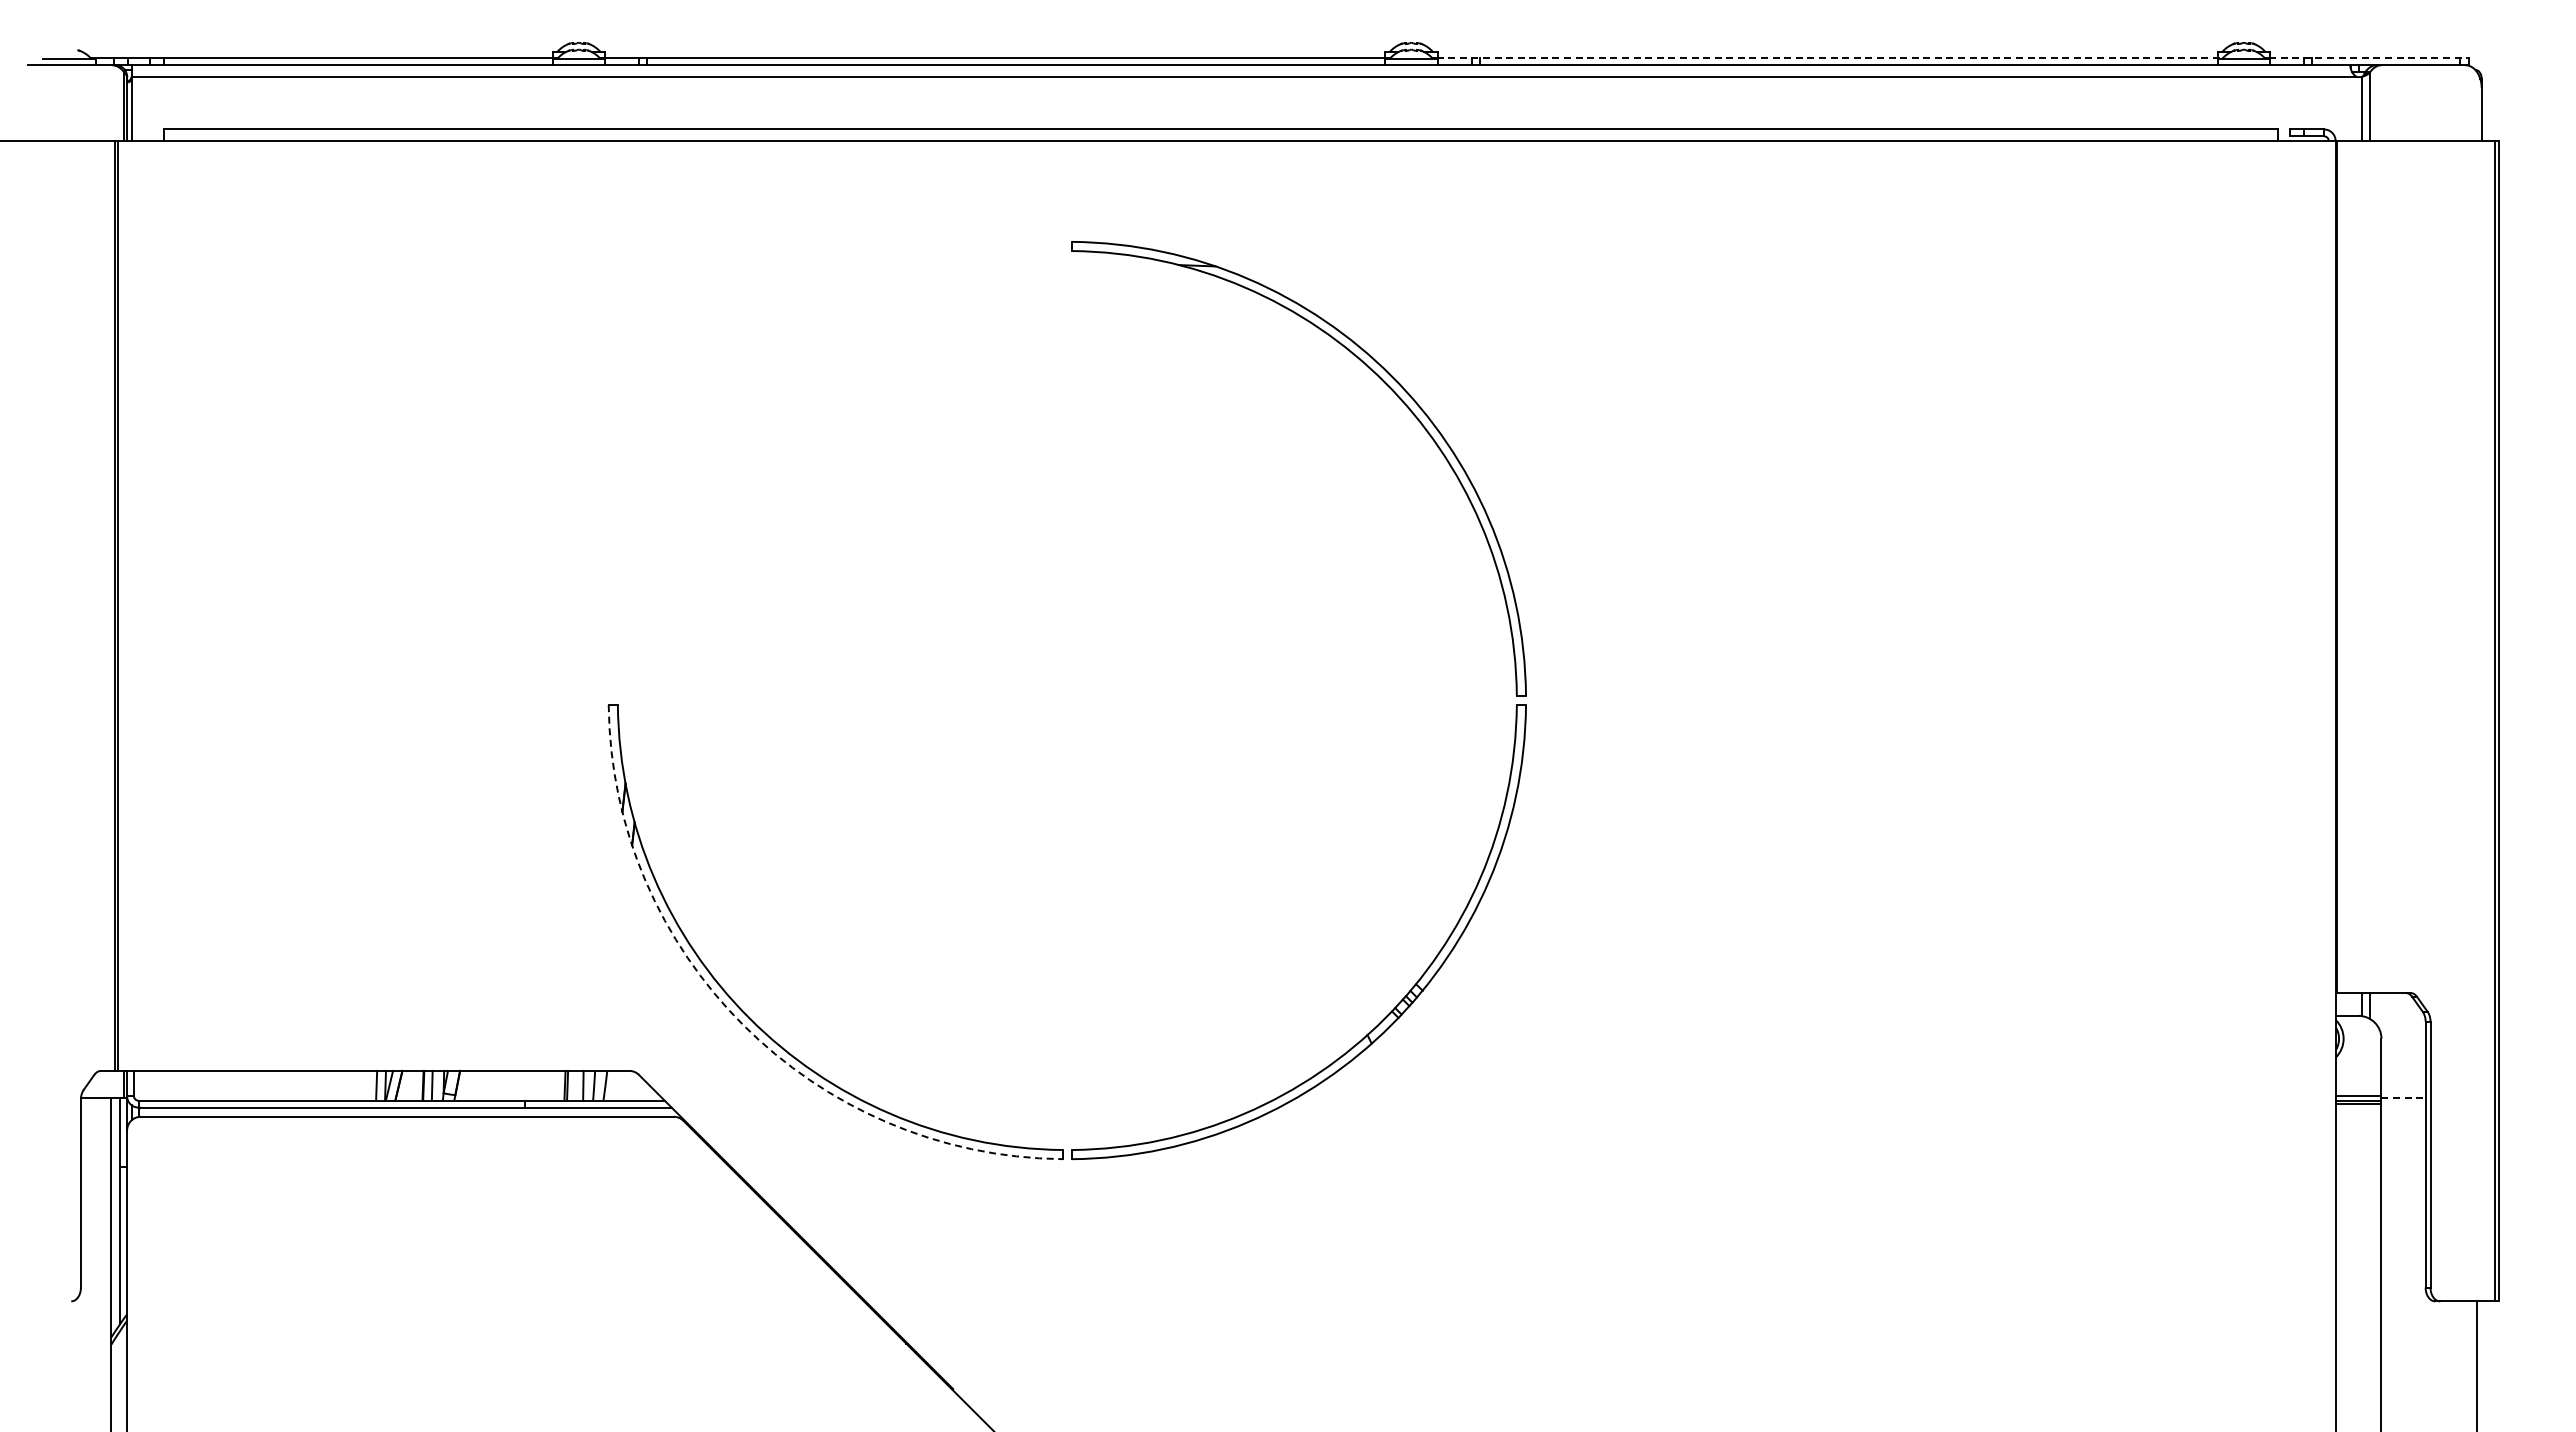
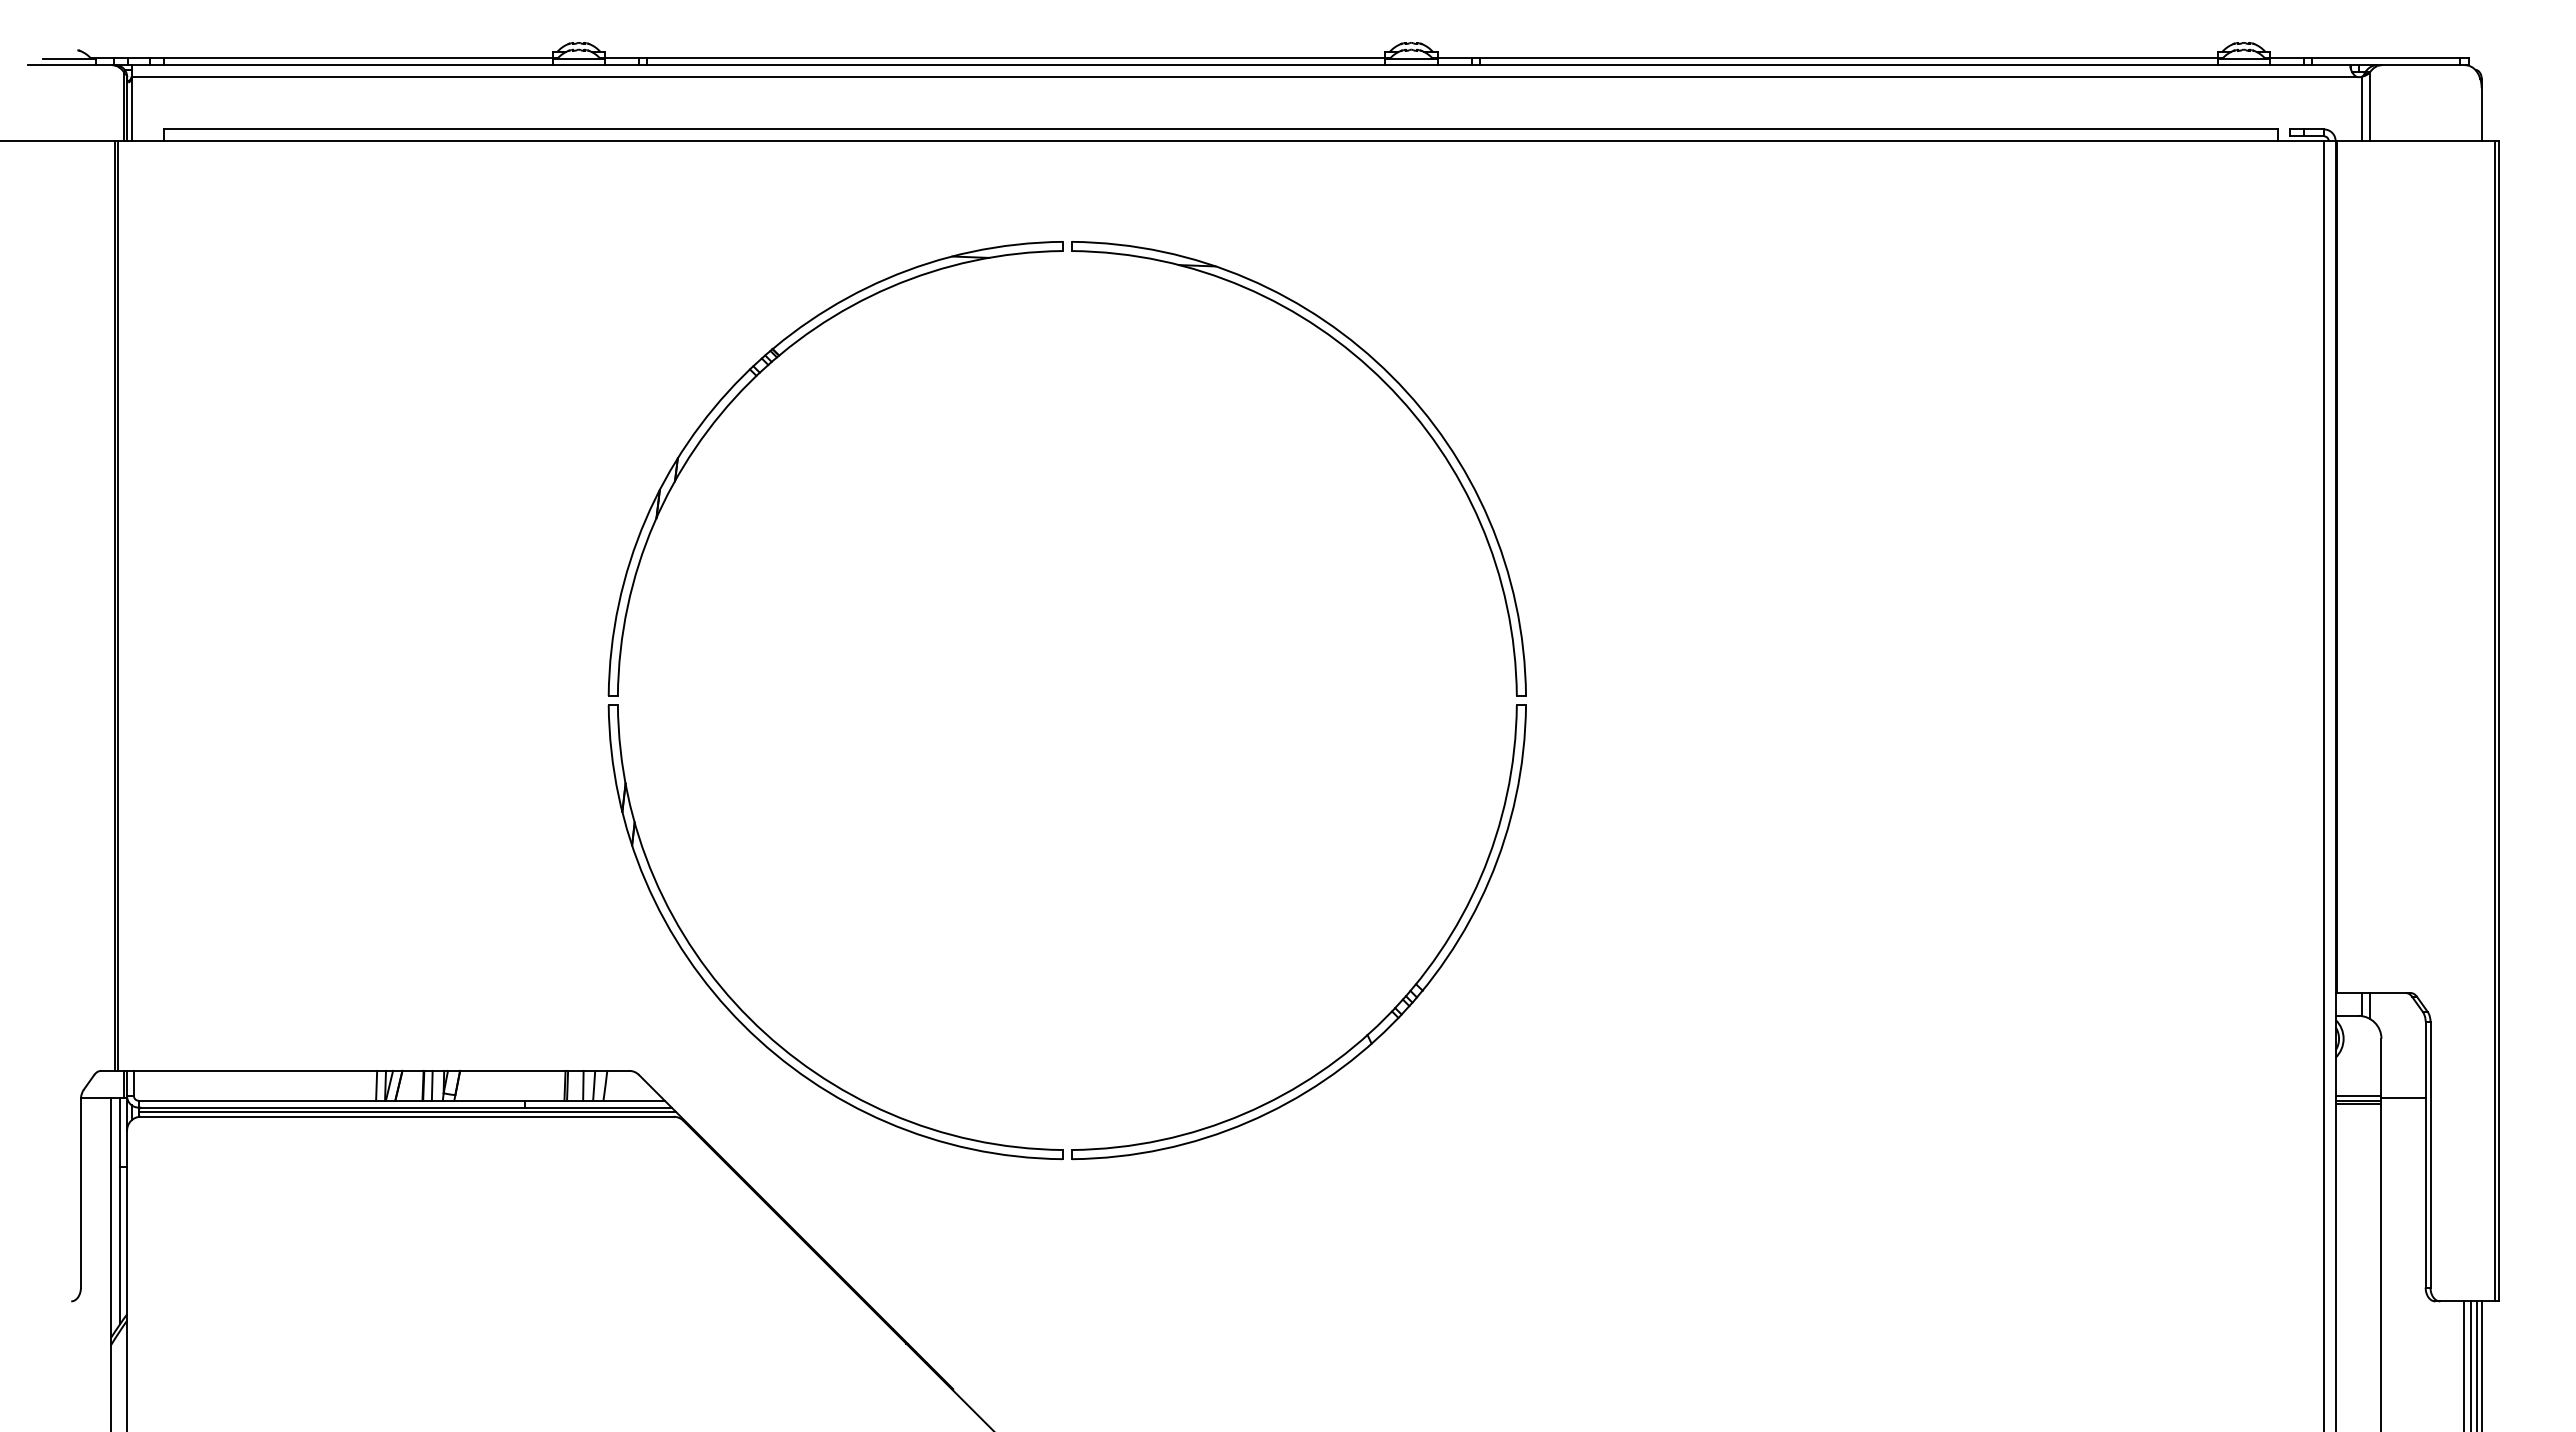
line at (1830, 58): dashed -> solid
line at (2369, 58): dashed -> solid
part at (750, 383): none -> present
line at (2324, 784): none -> present
arc at (743, 1024): dashed -> solid
line at (2404, 1098): dashed -> solid
line at (407, 1112): none -> present
line at (2463, 1364): none -> present
line at (2470, 1364): none -> present
line at (2481, 1364): none -> present
